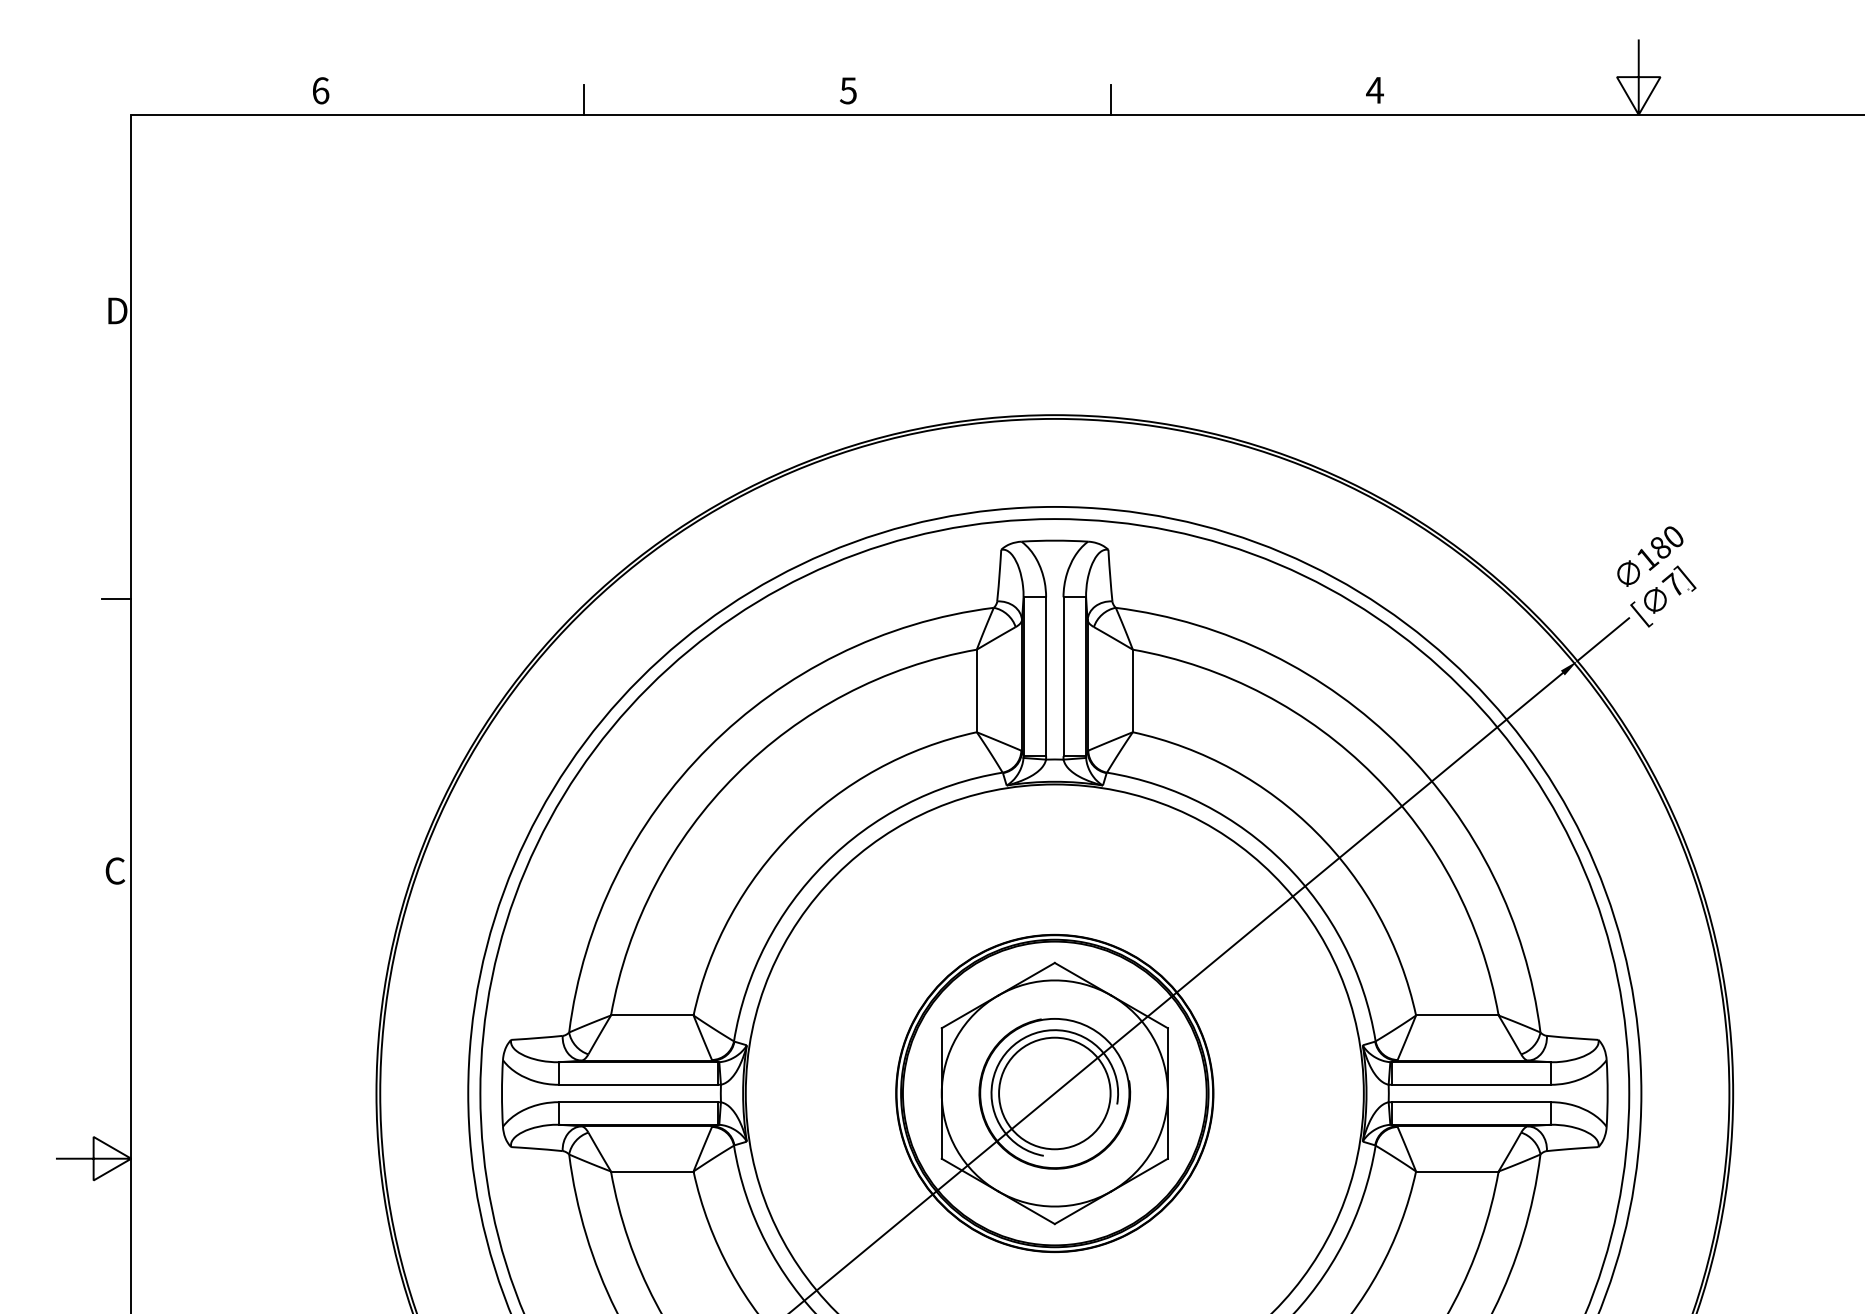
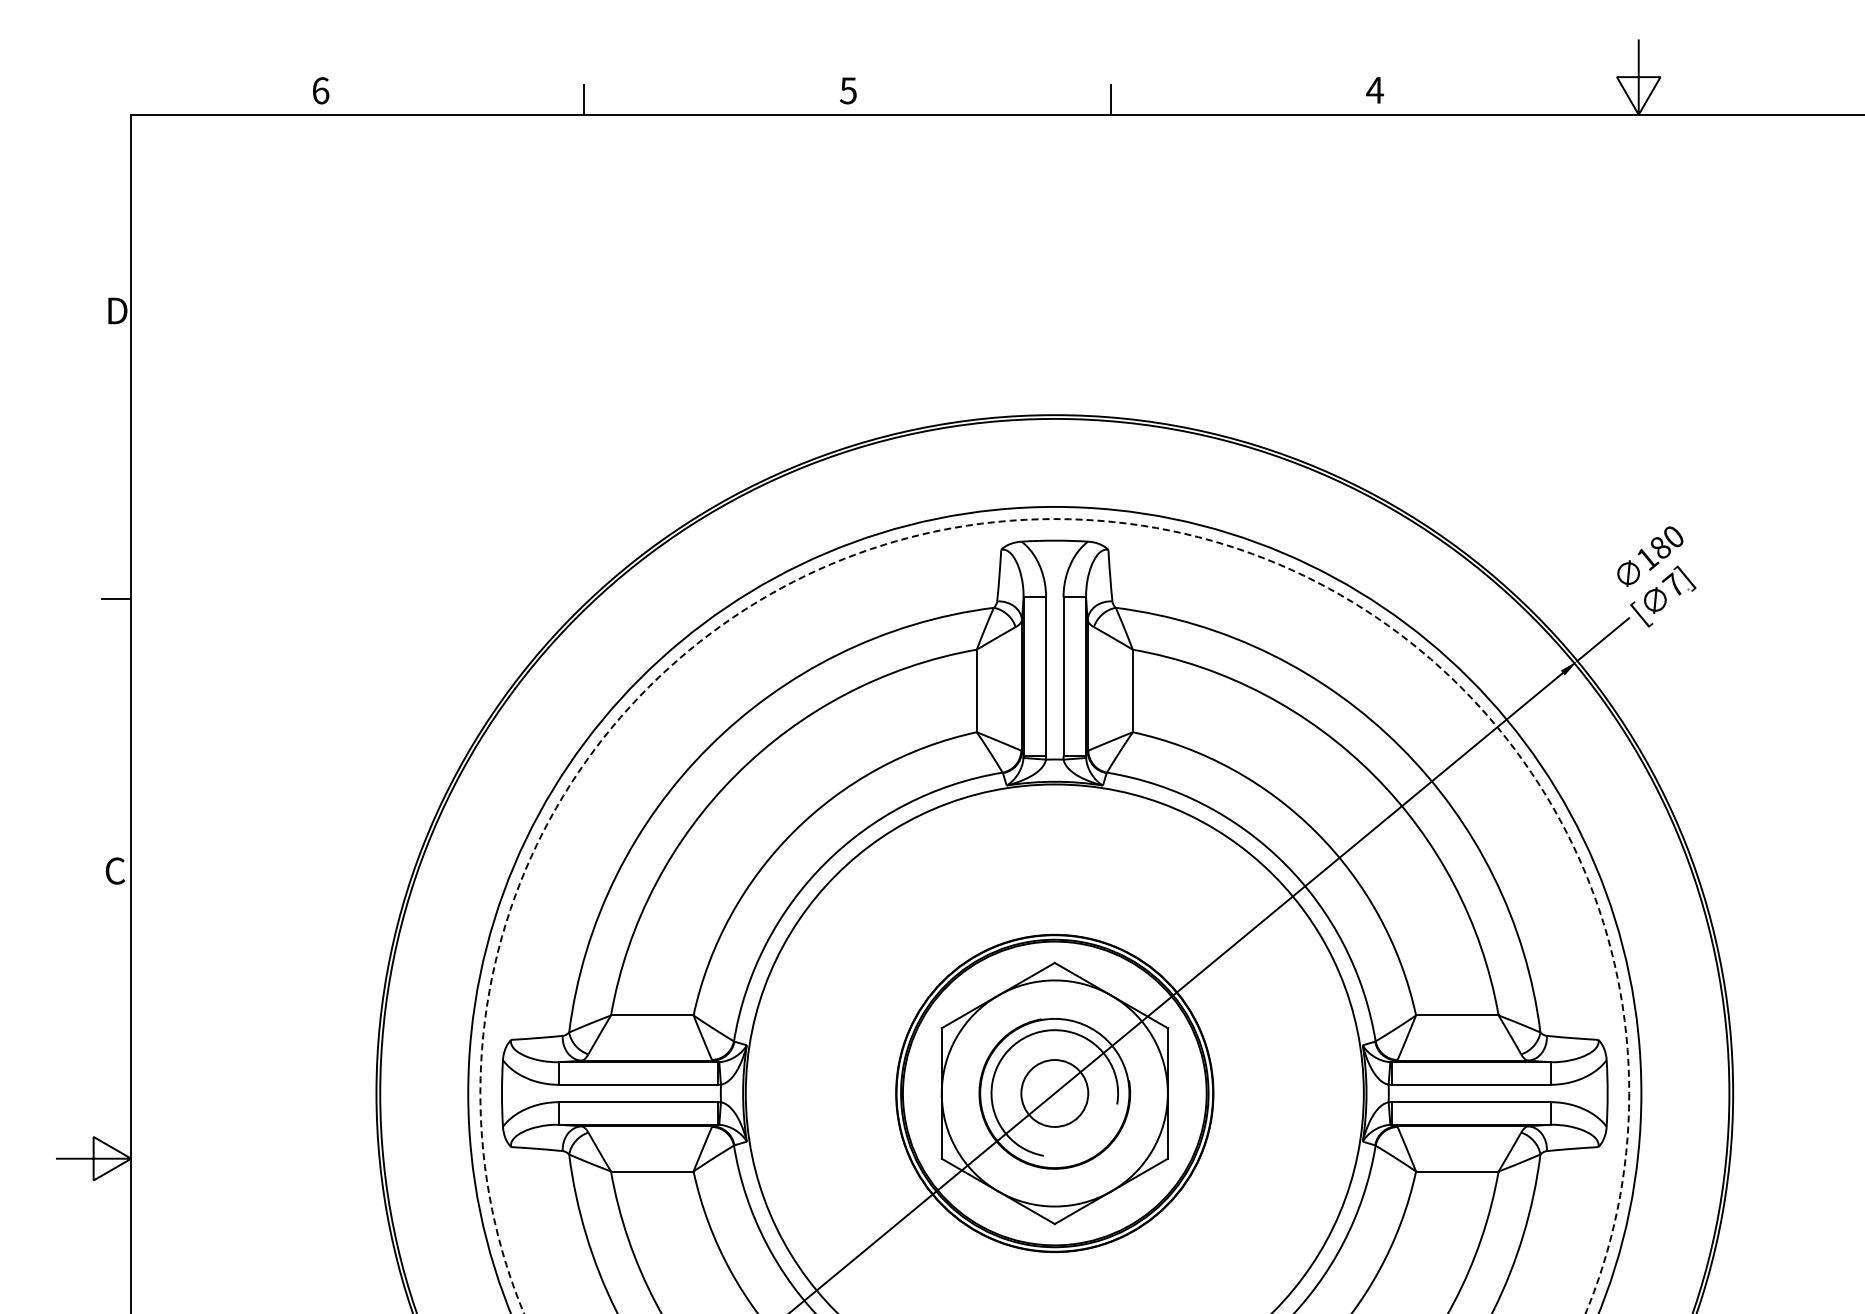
circle at (1054, 916): solid -> dashed
circle at (1054, 1093) diameter: 112 px -> 67 px
